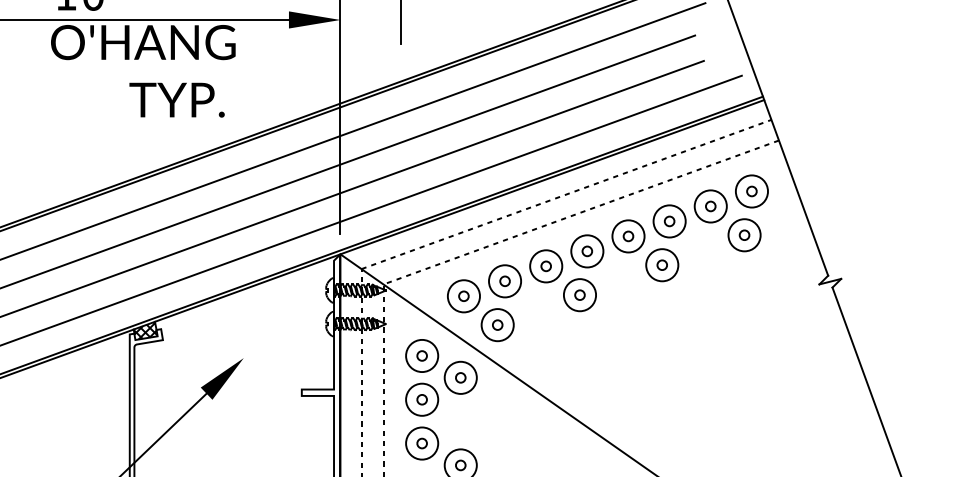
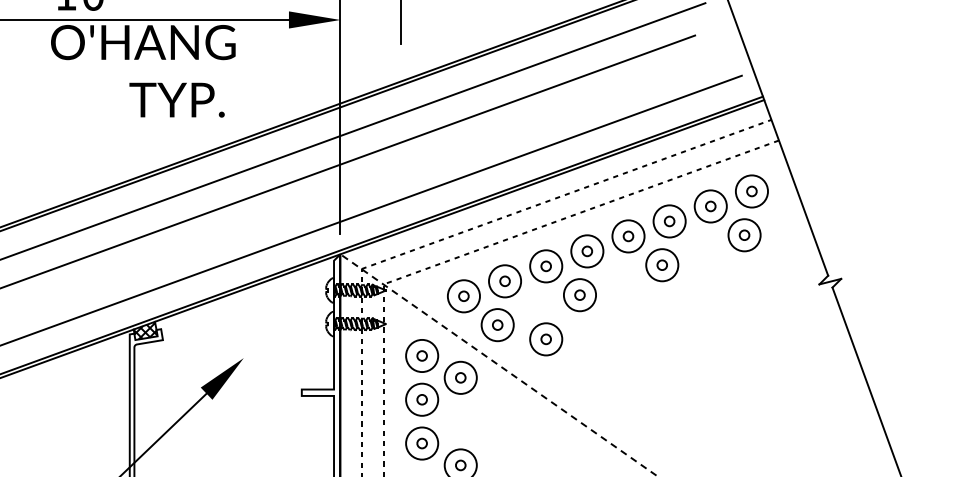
line at (352, 188): present -> none
part at (546, 339): none -> present
line at (499, 365): solid -> dashed
